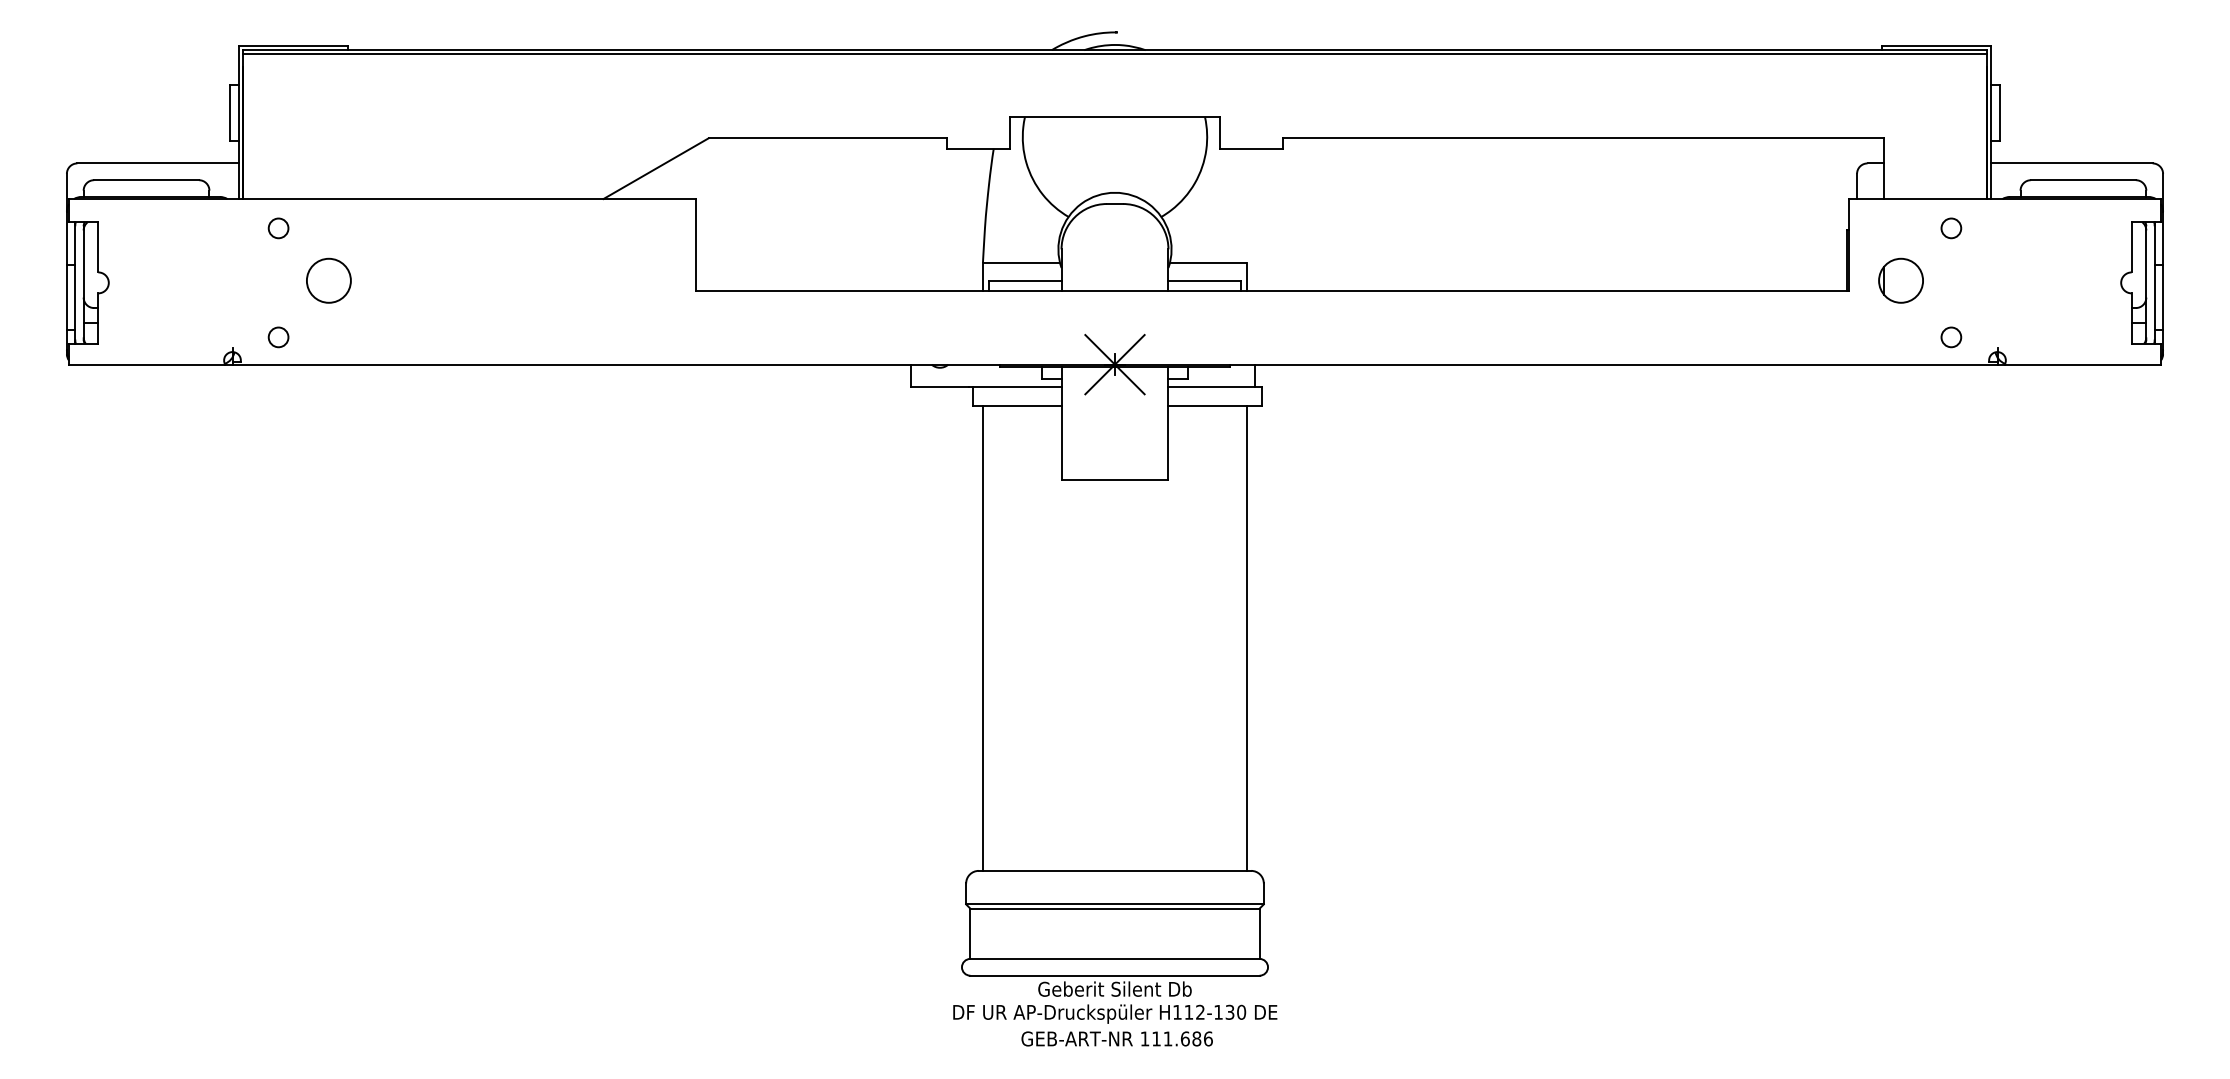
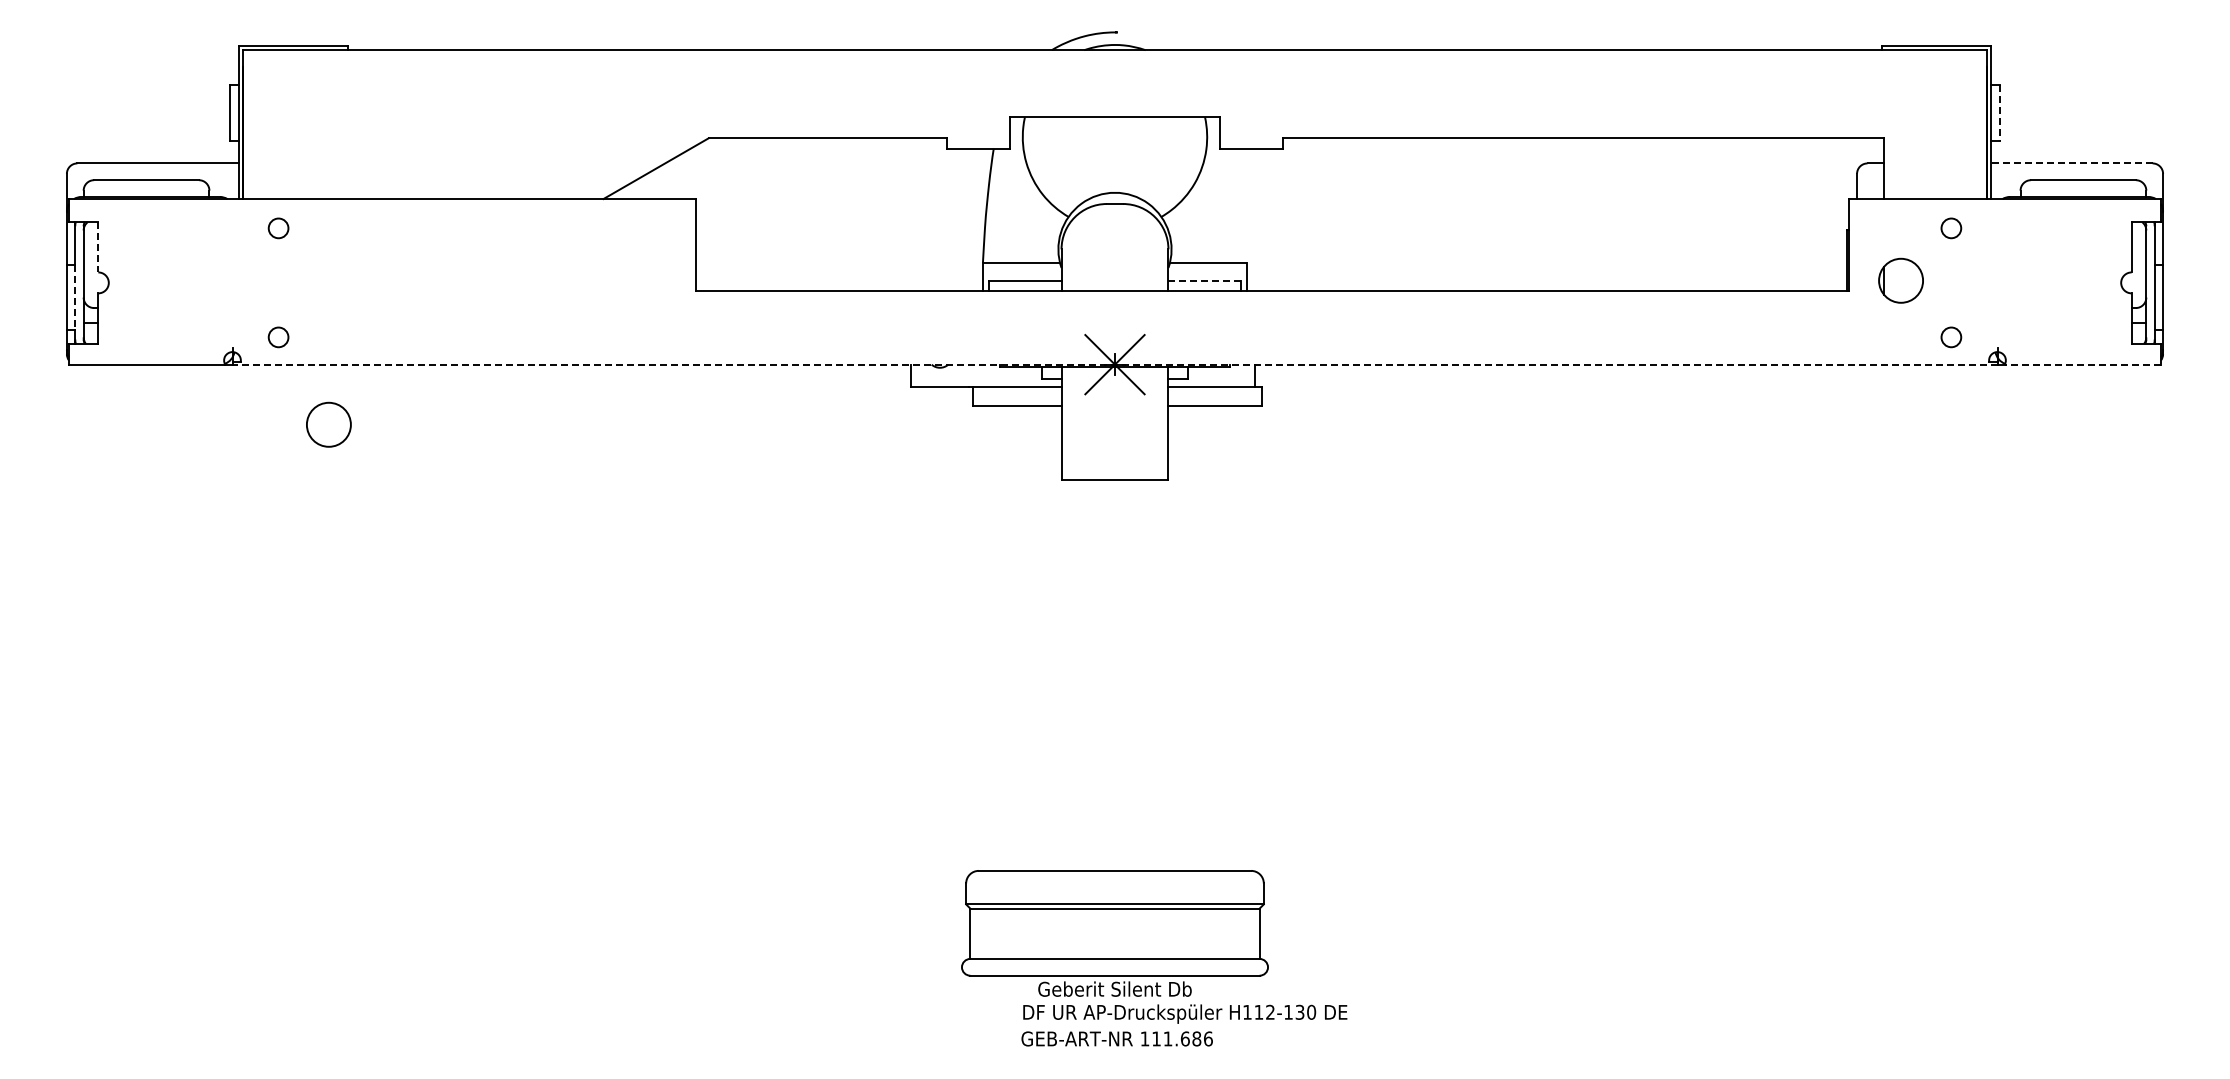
line at (1114, 54): present -> none
line at (1999, 113): solid -> dashed
line at (2071, 163): solid -> dashed
line at (98, 247): solid -> dashed
circle at (328, 280) position: (328, 280) -> (328, 424)
line at (1204, 280): solid -> dashed
line at (75, 297): solid -> dashed
line at (1115, 364): solid -> dashed
line at (2082, 364): solid -> dashed
line at (982, 637): present -> none
line at (1247, 637): present -> none
text at (1115, 1013) position: (1115, 1013) -> (1185, 1013)
